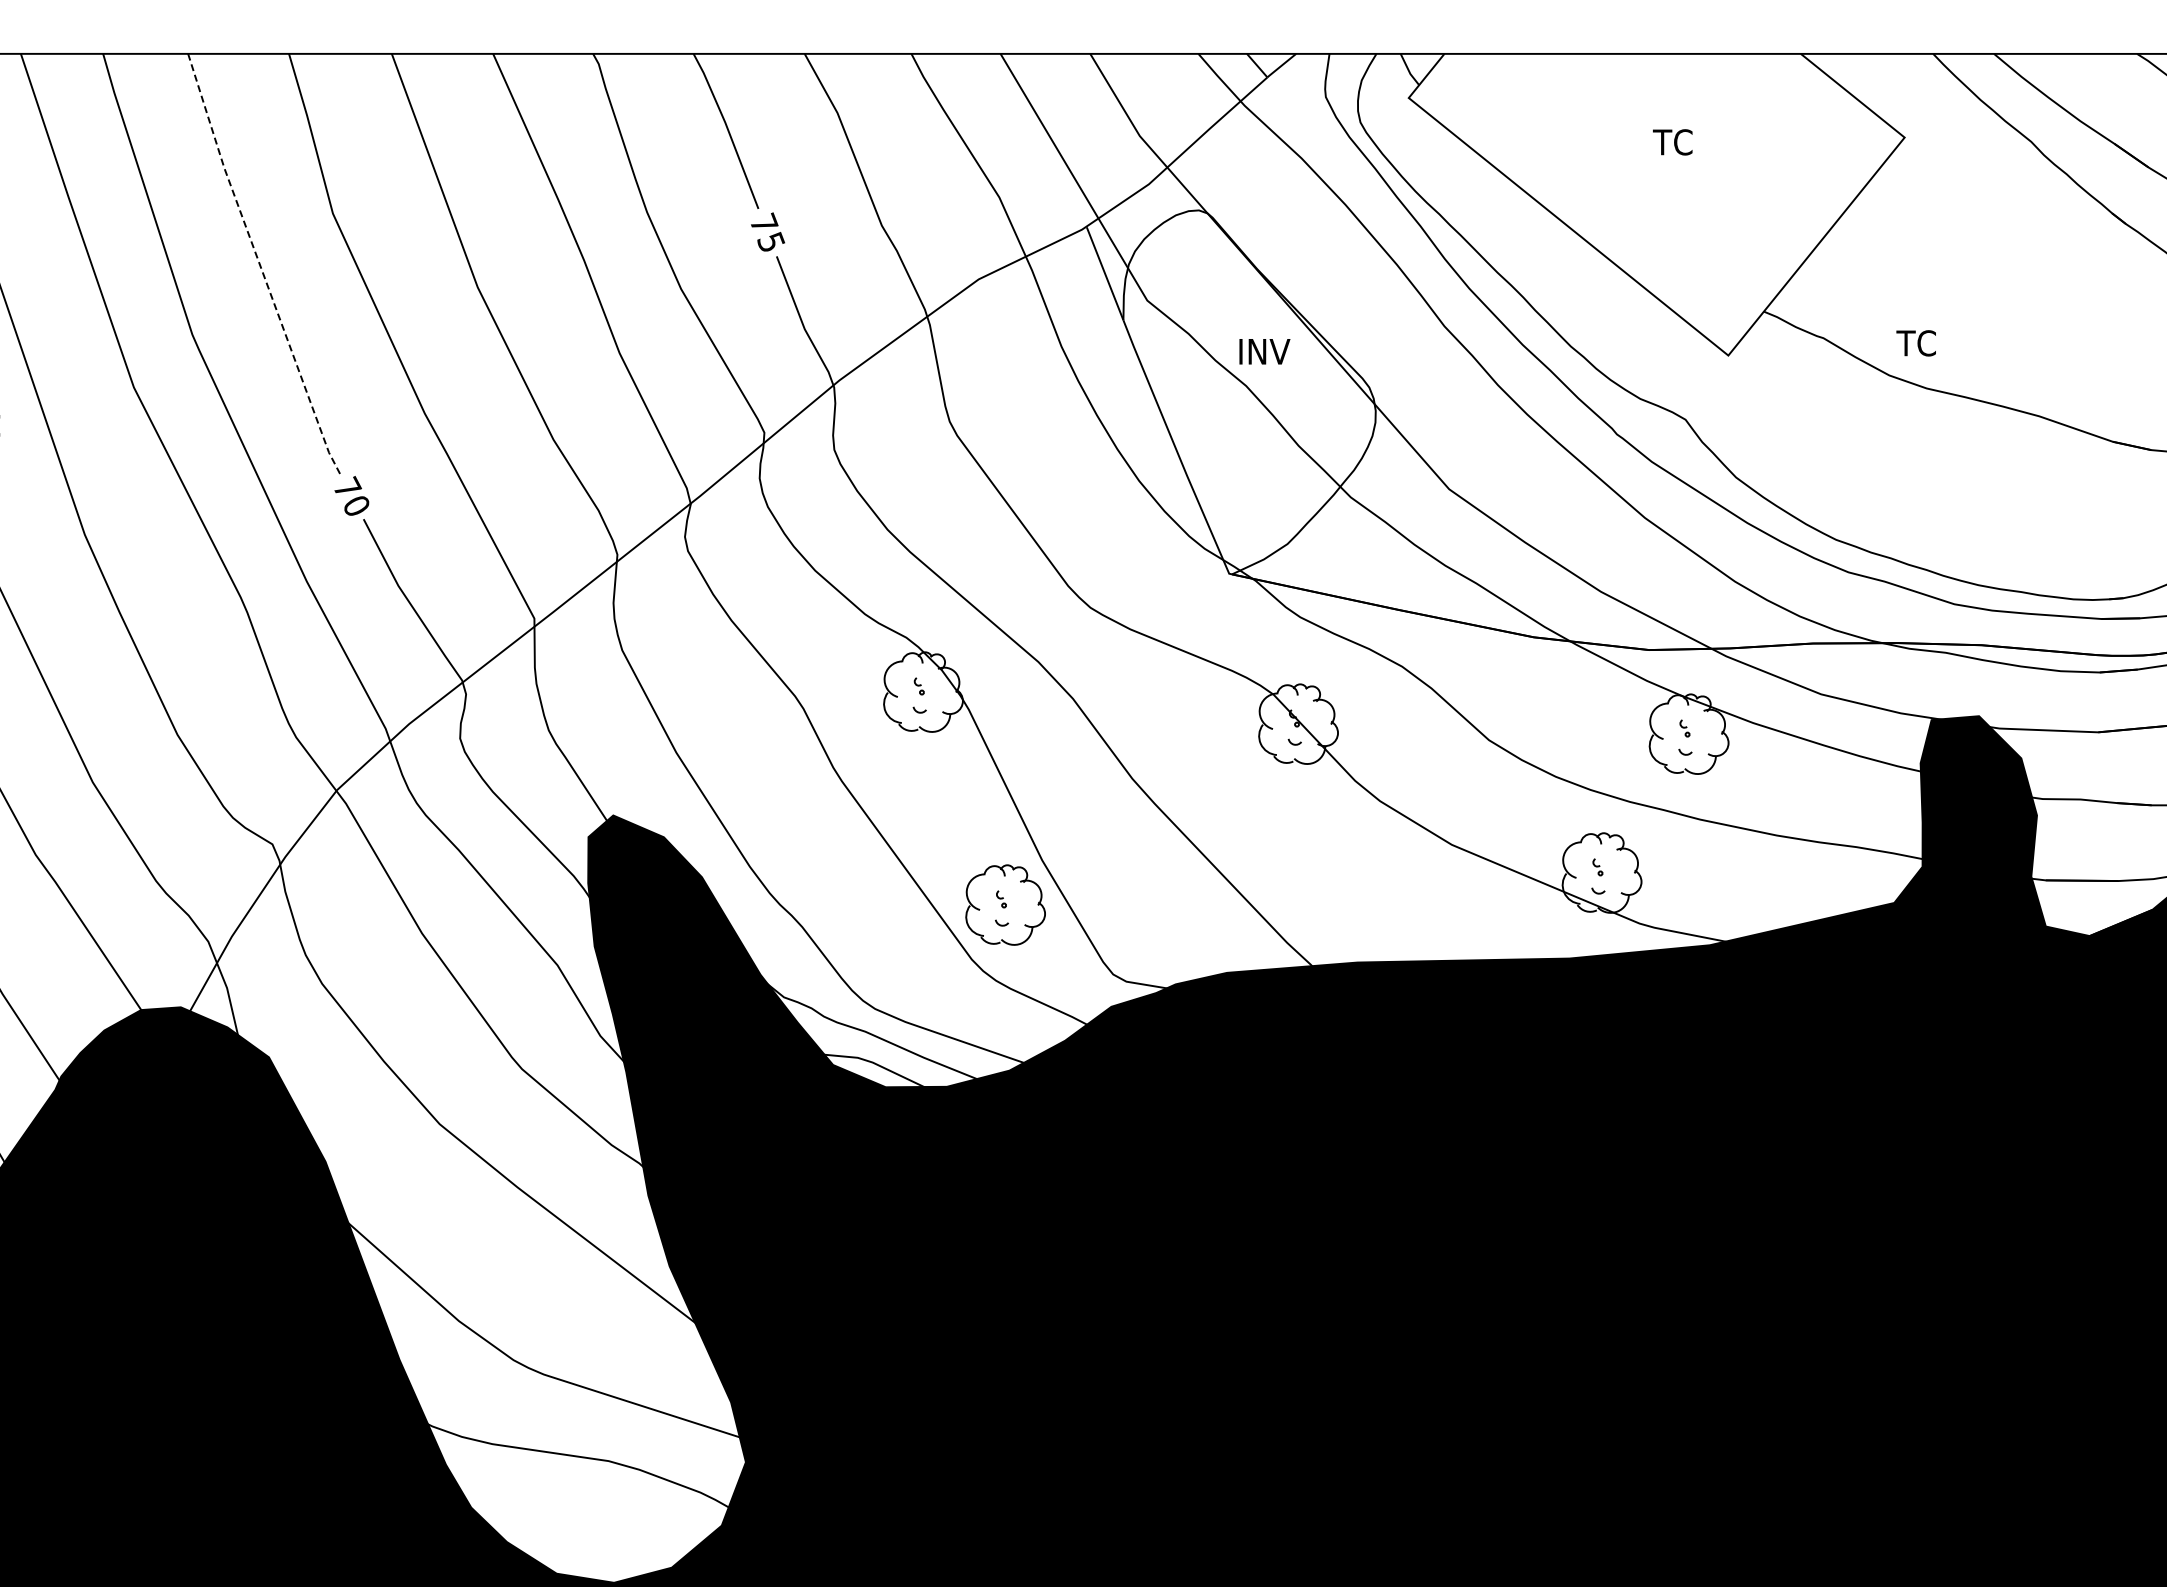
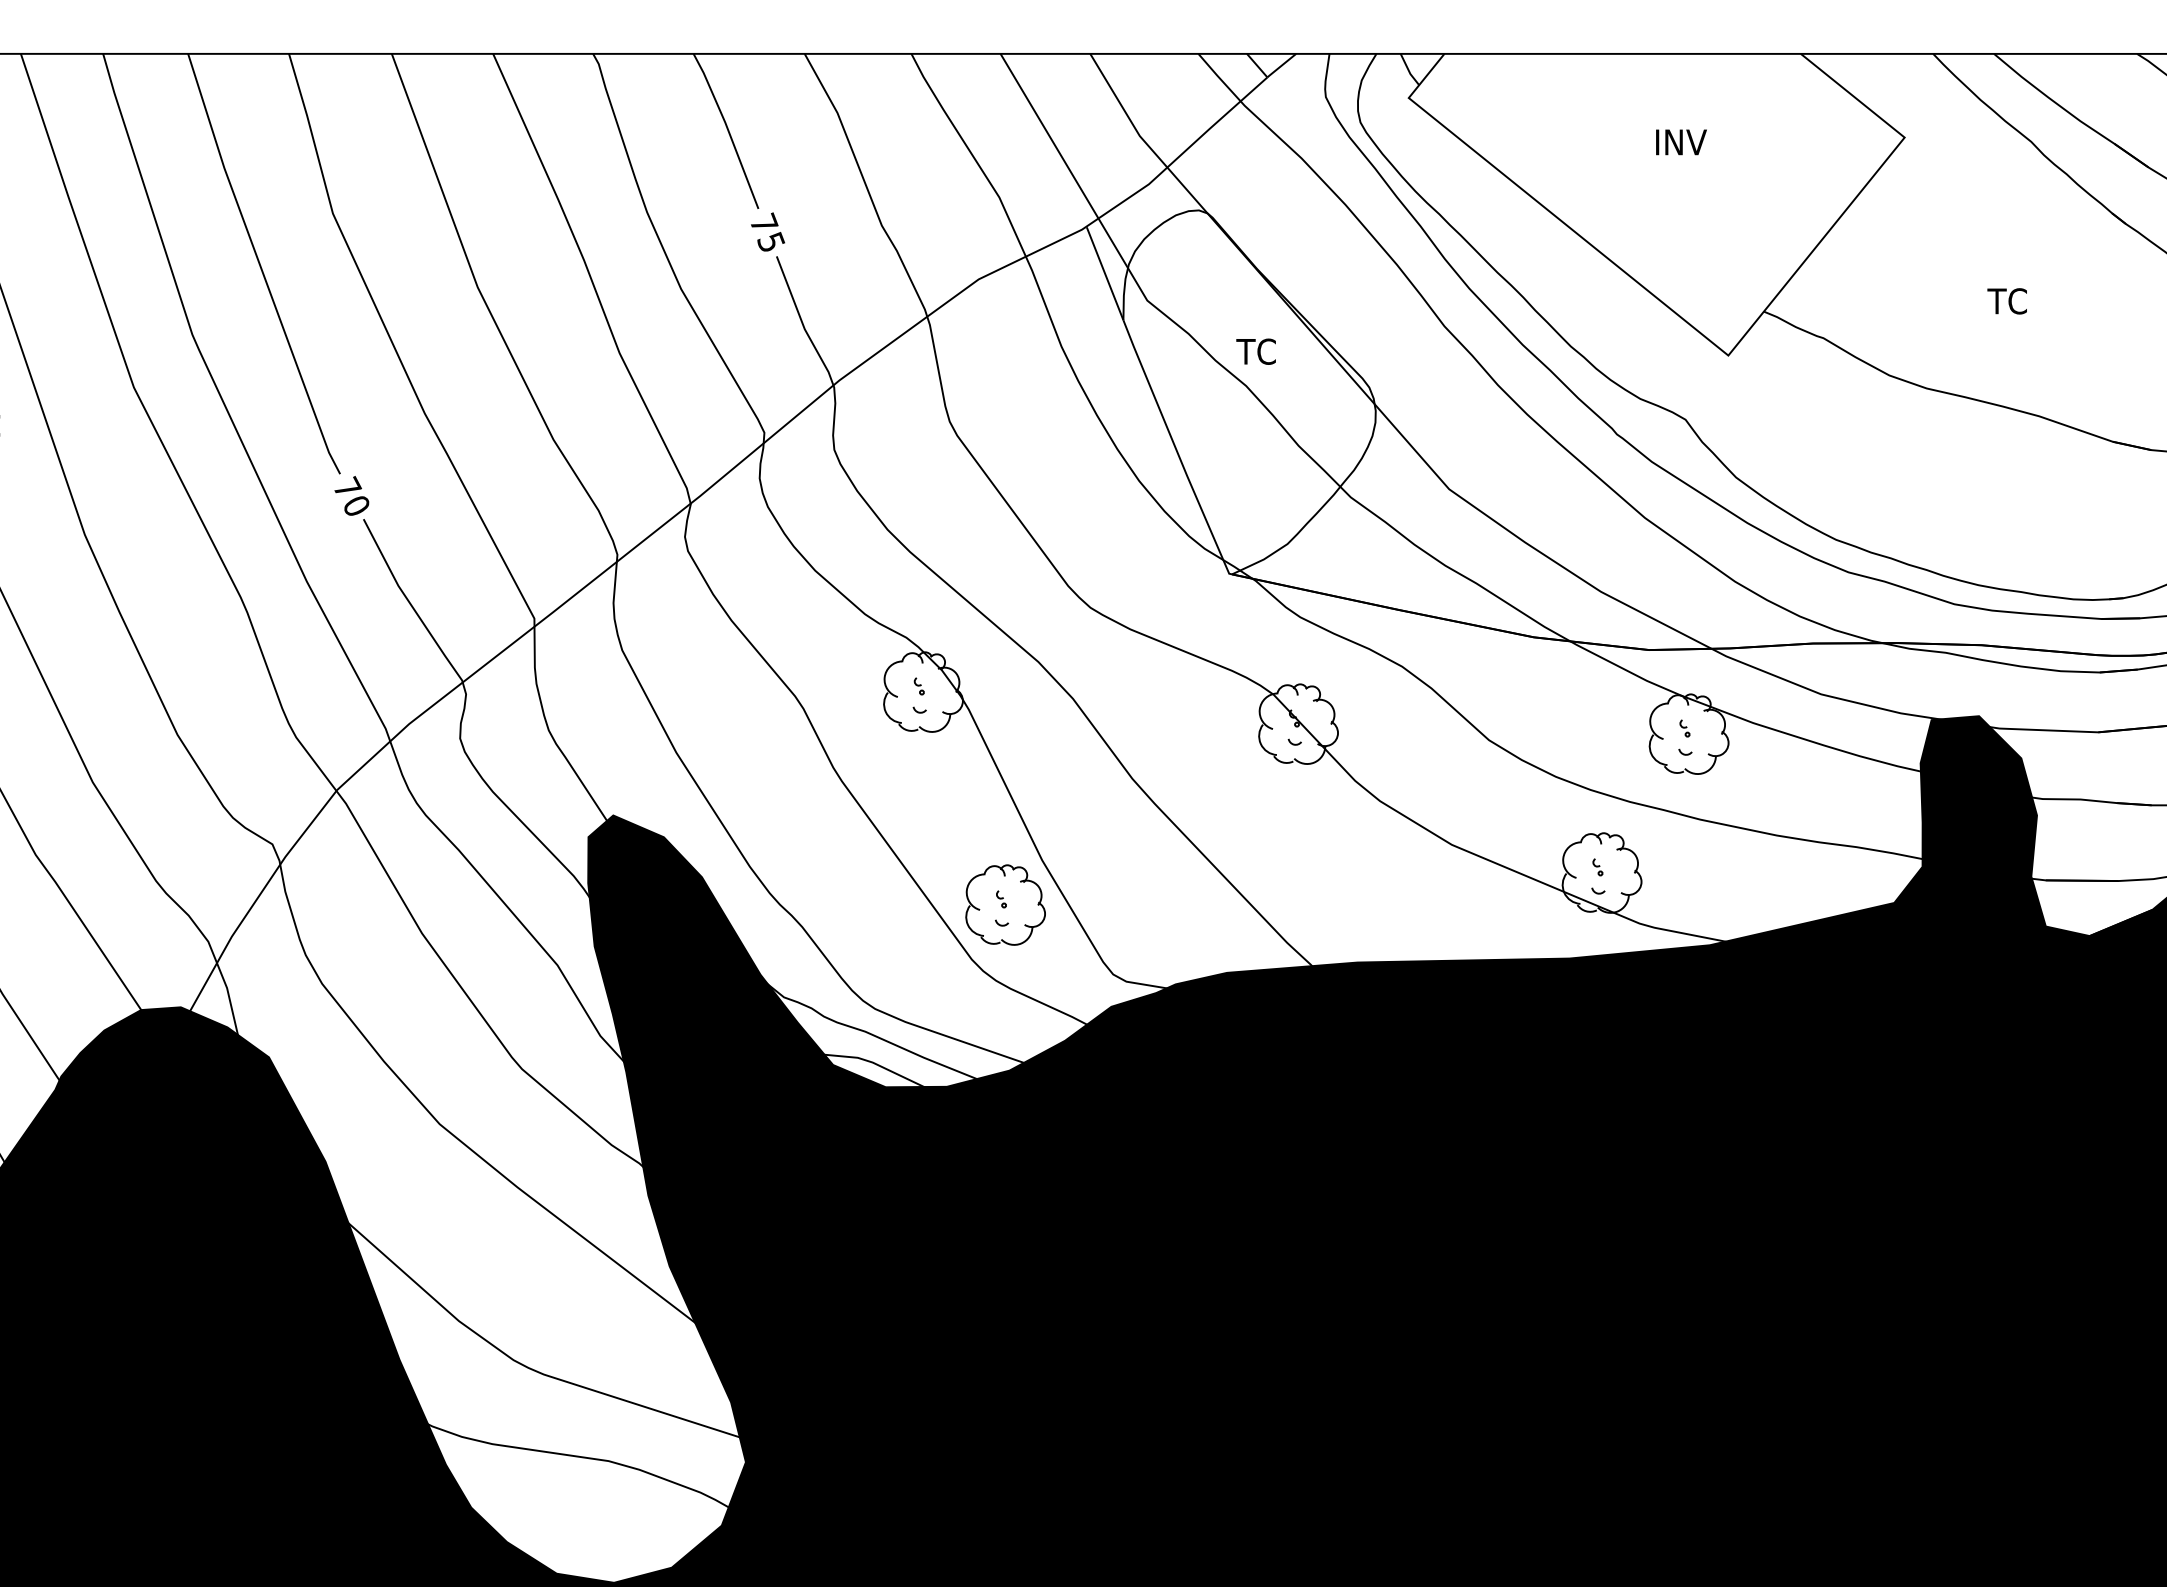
text at (1679, 142): TC -> INV
line at (260, 266): dashed -> solid
text at (1915, 343) position: (1915, 343) -> (2006, 301)
text at (1263, 351): INV -> TC
